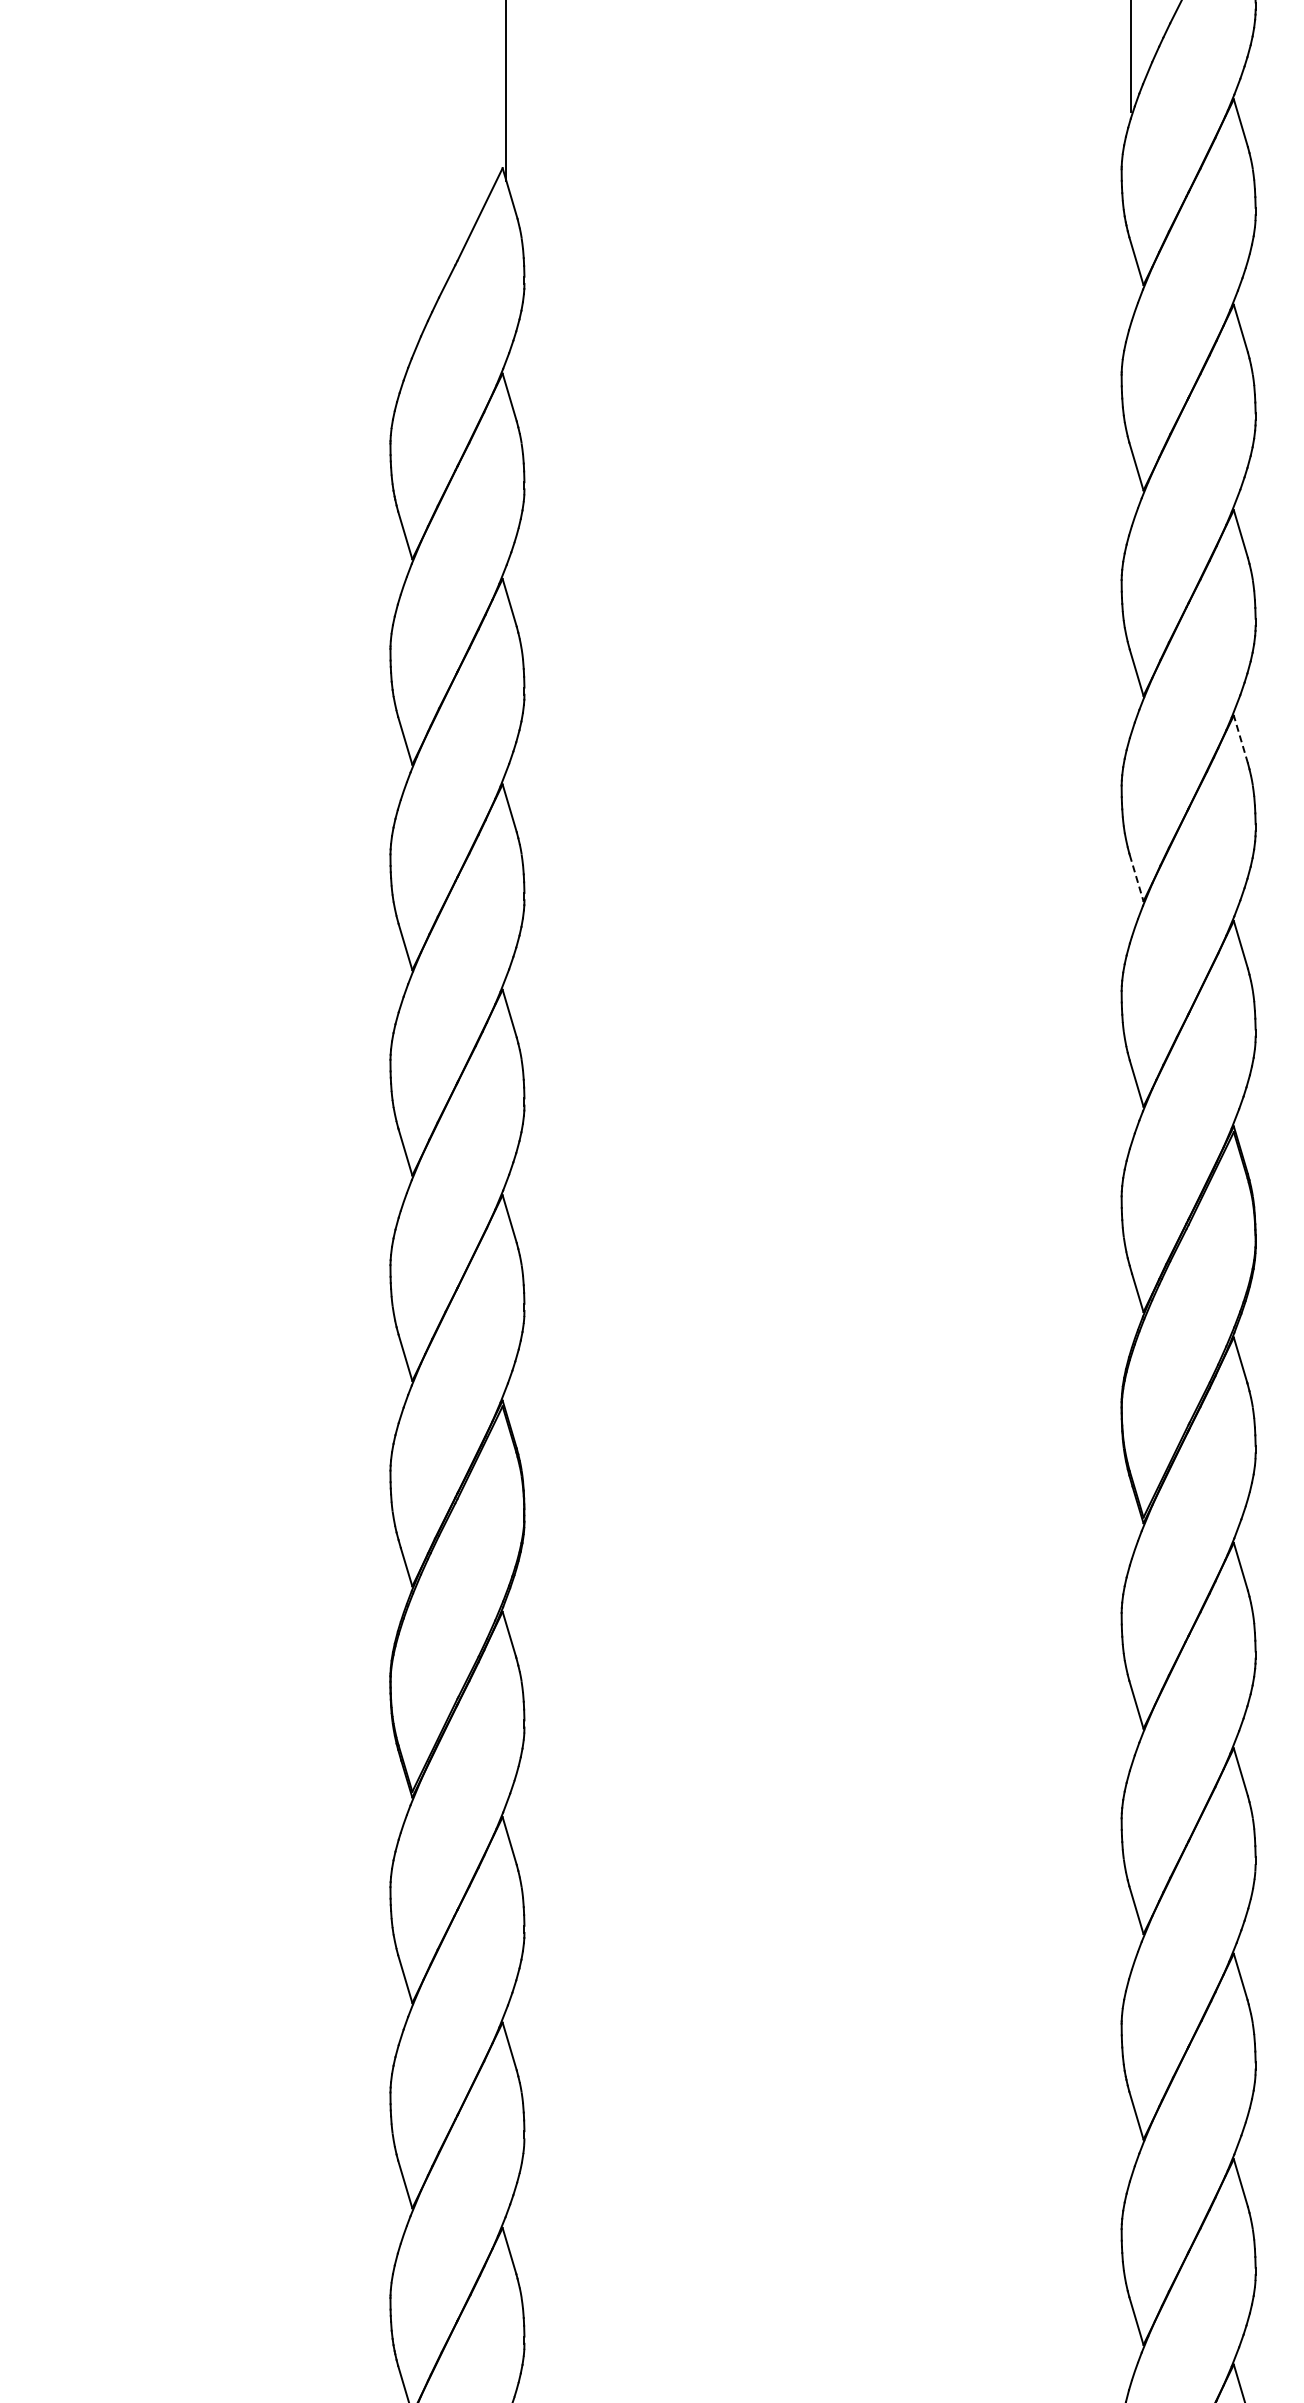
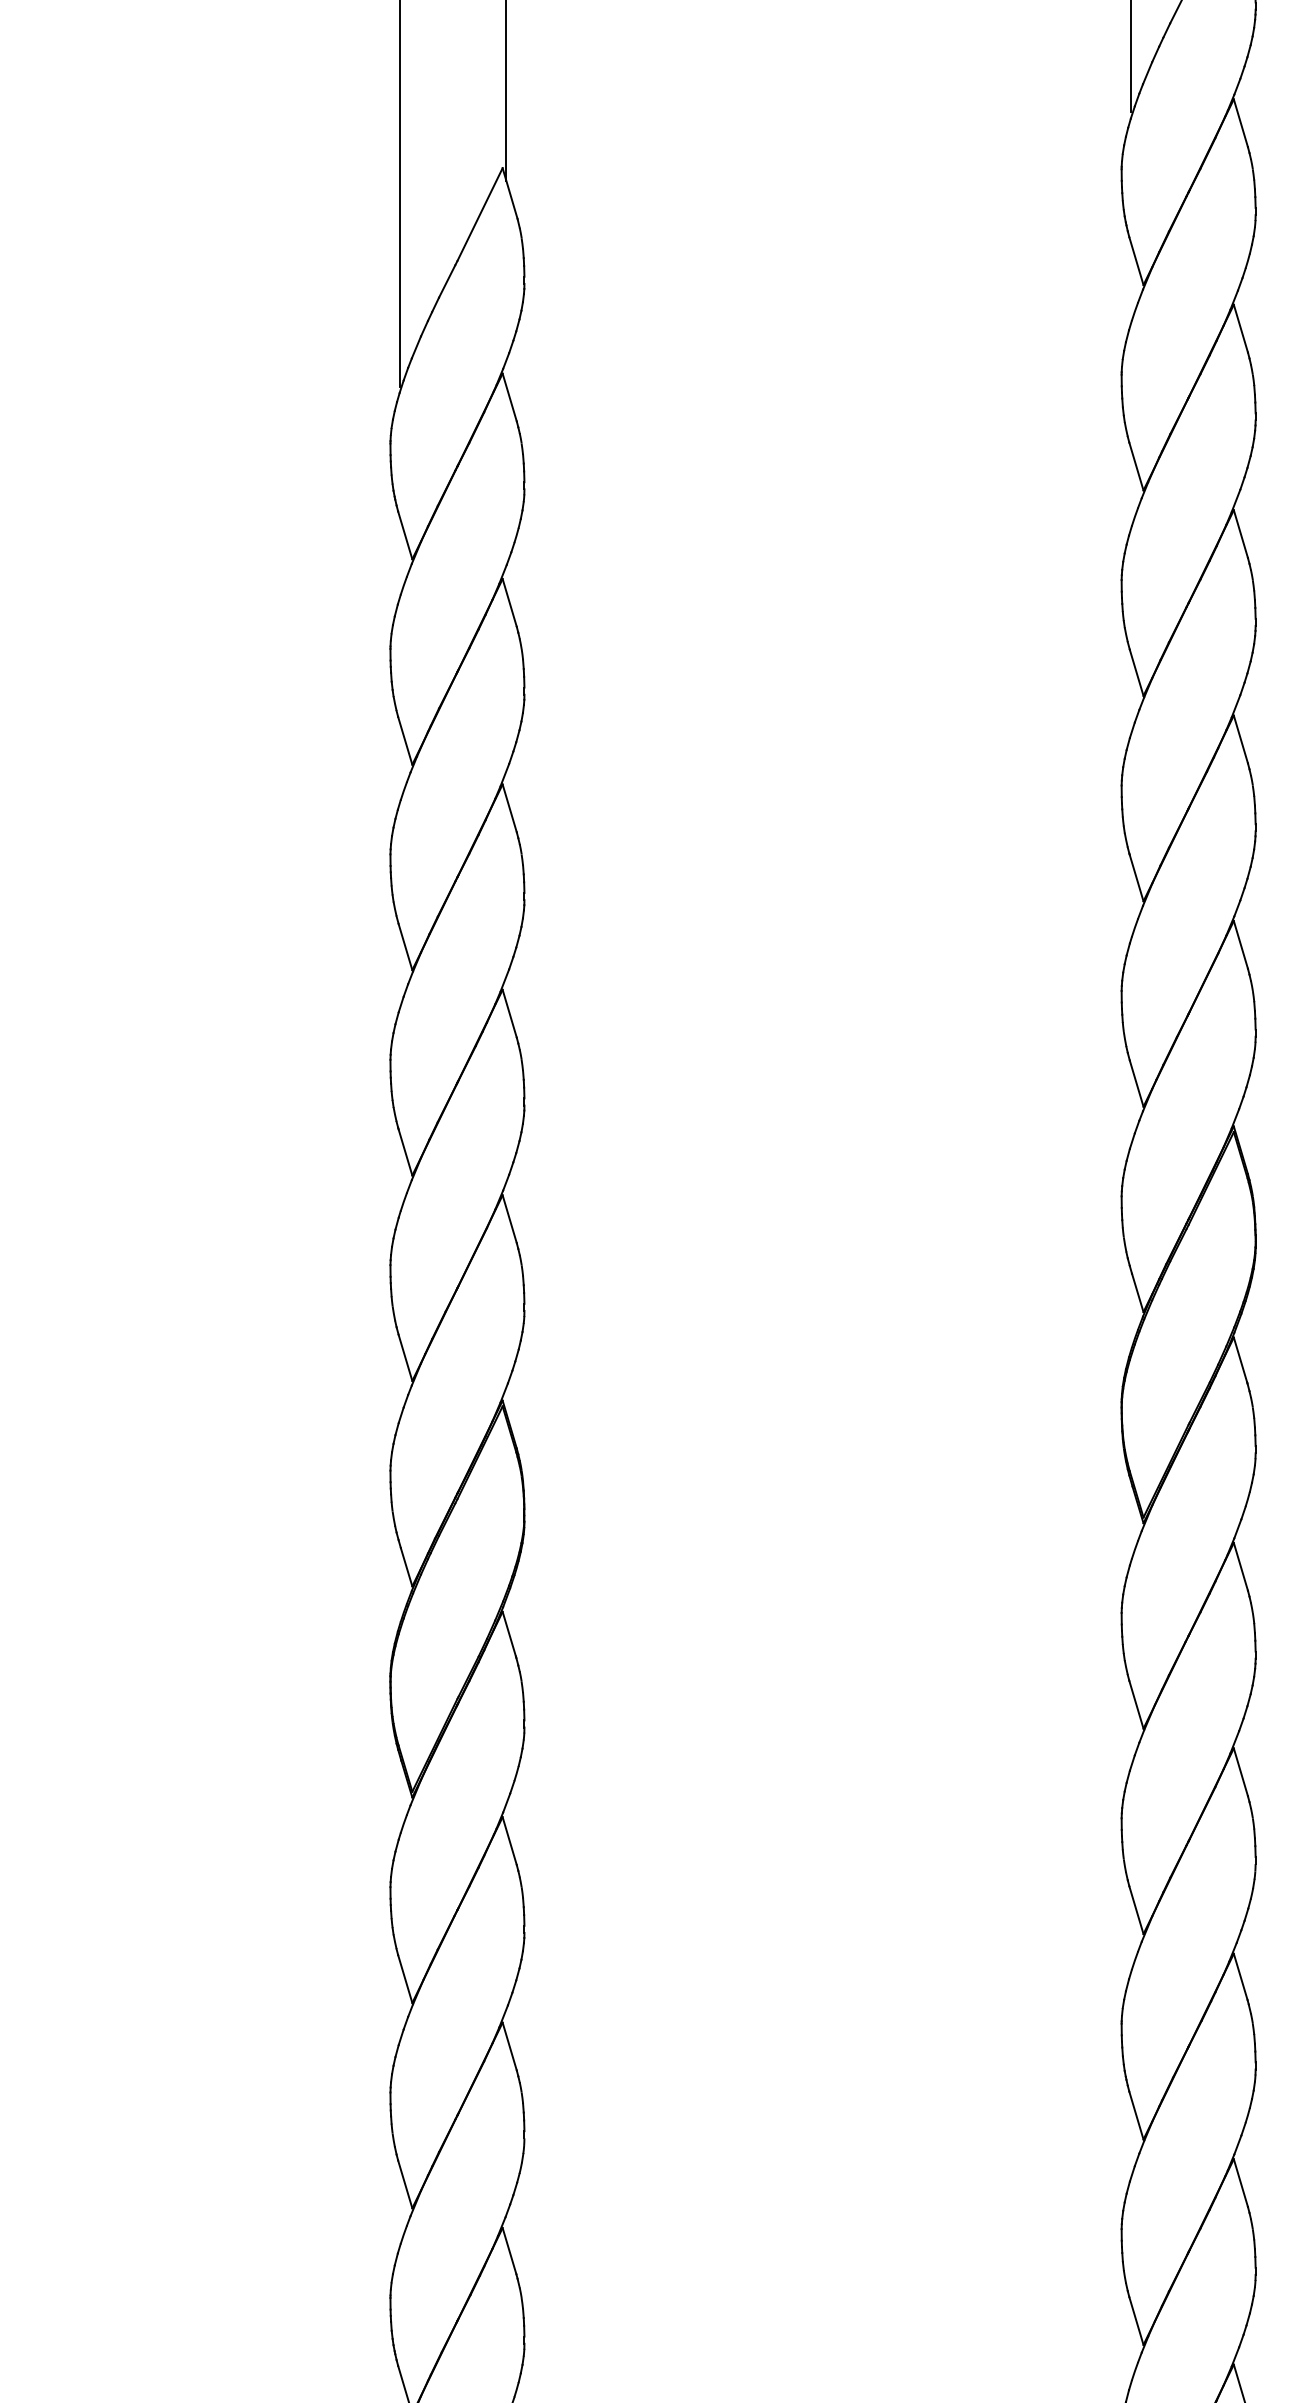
line at (400, 194): none -> present
line at (1240, 739): dashed -> solid
line at (1136, 878): dashed -> solid
